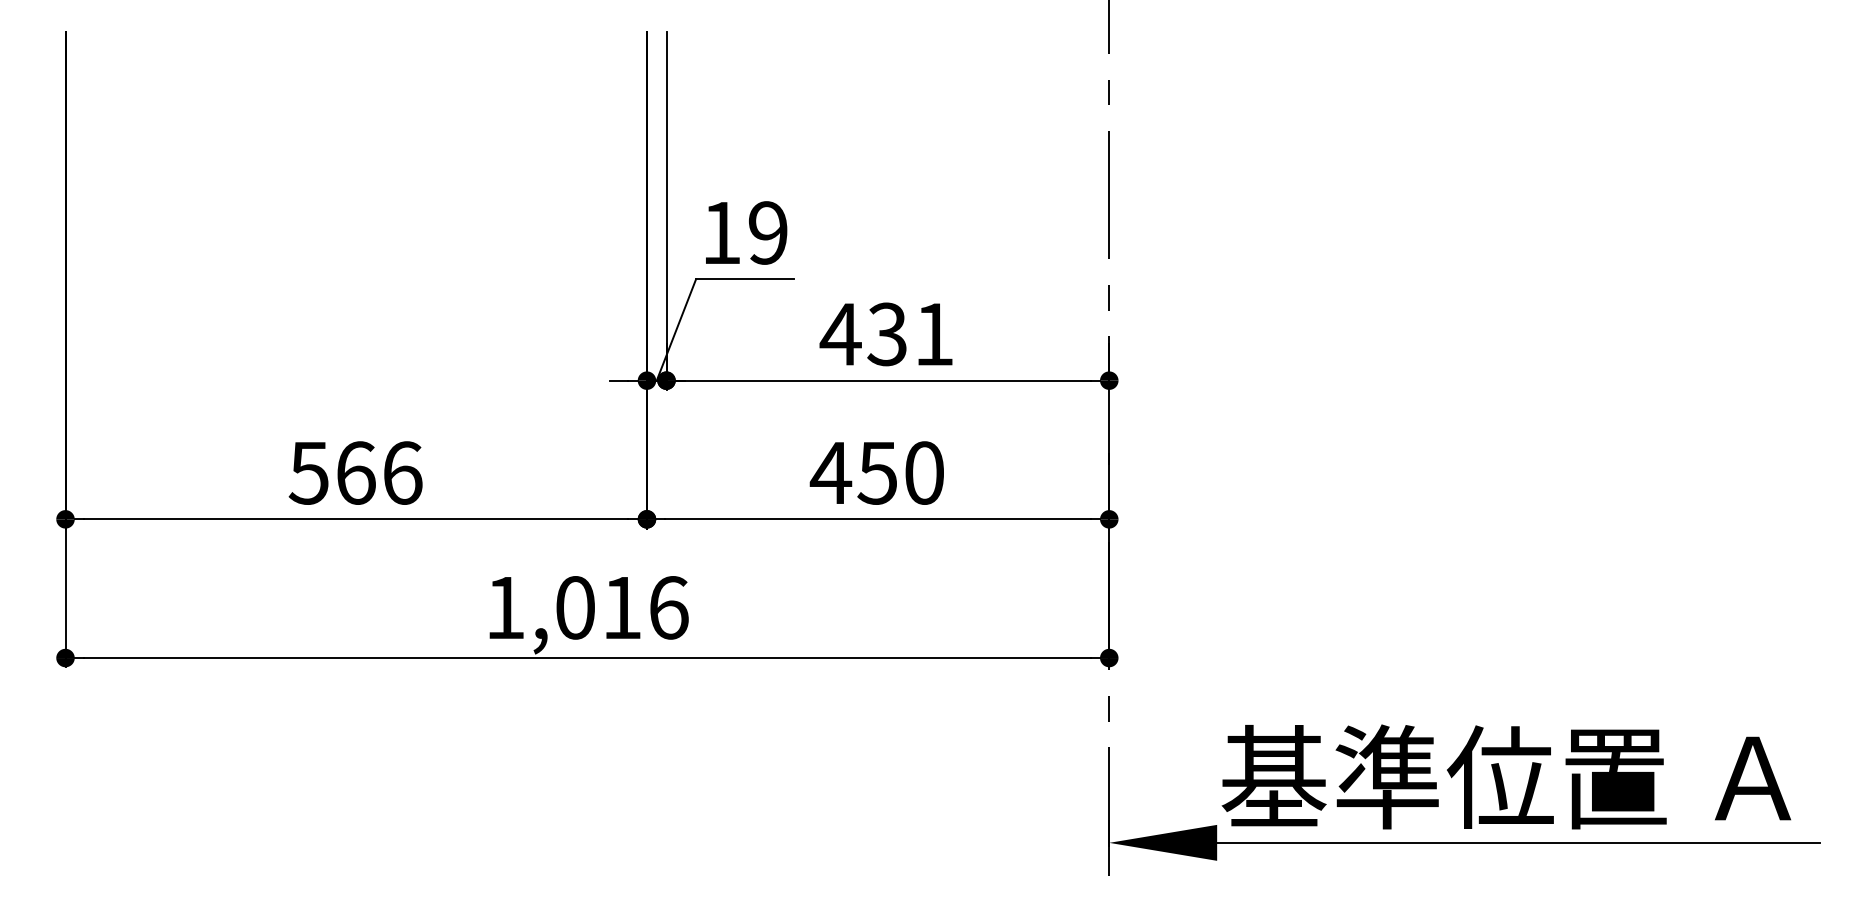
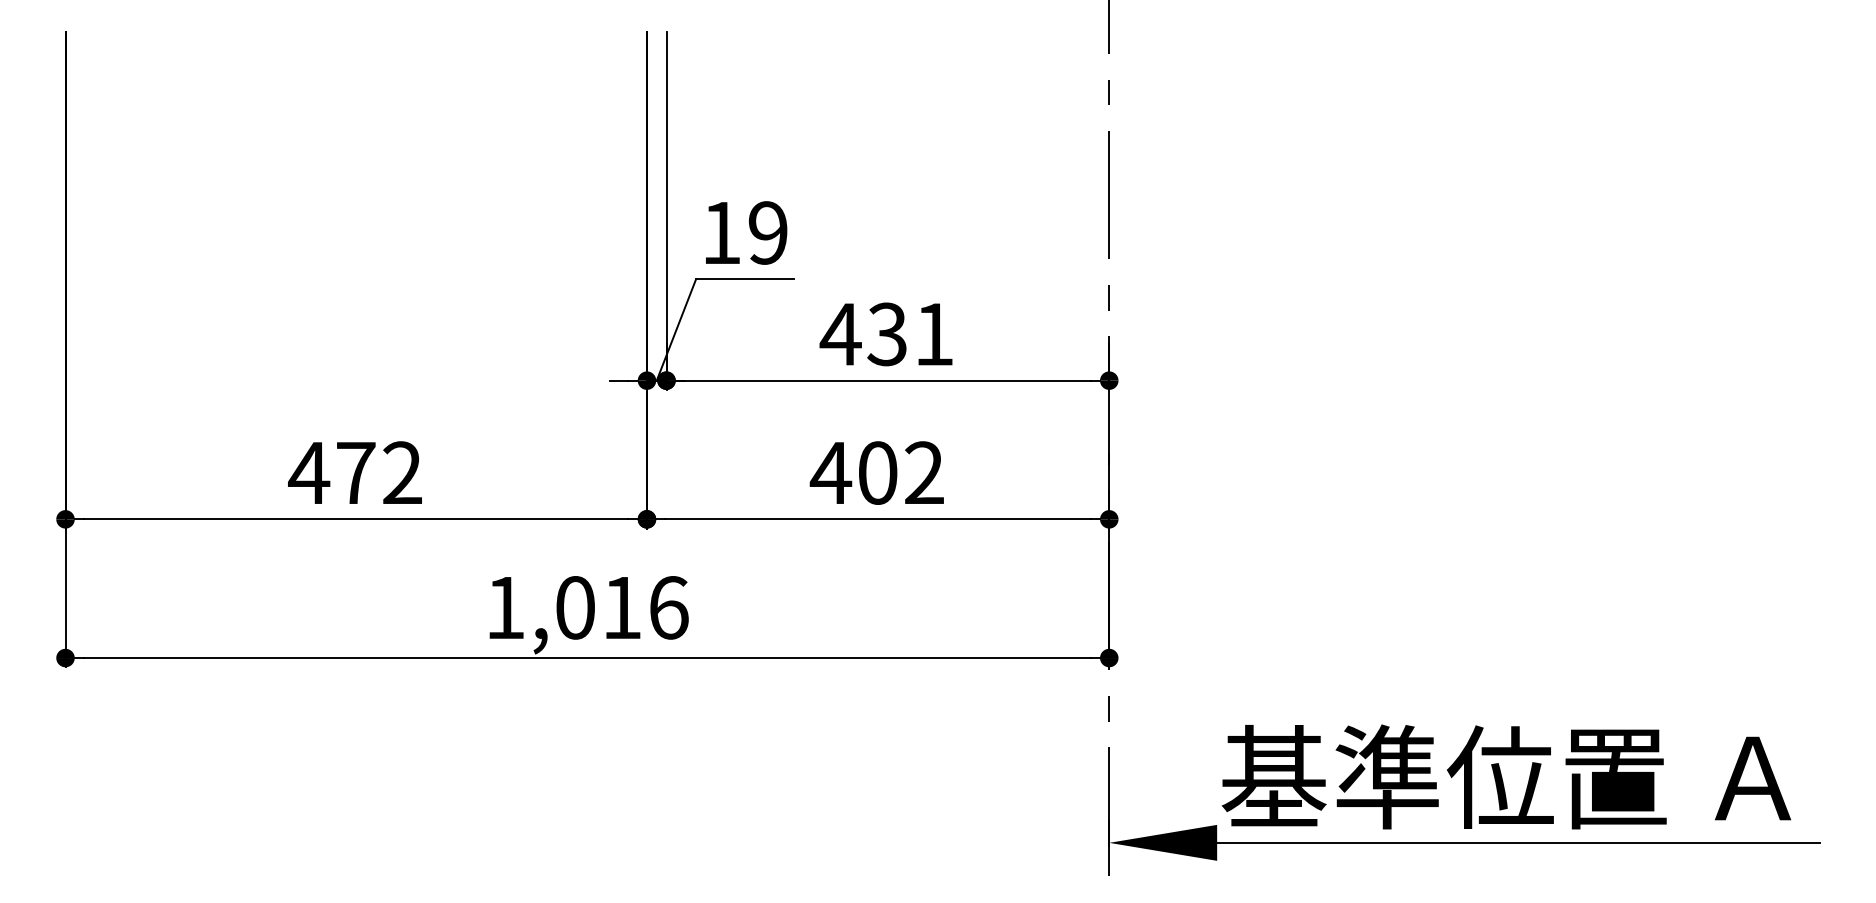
text at (355, 472): 566 -> 472
text at (900, 472): 450 -> 402
